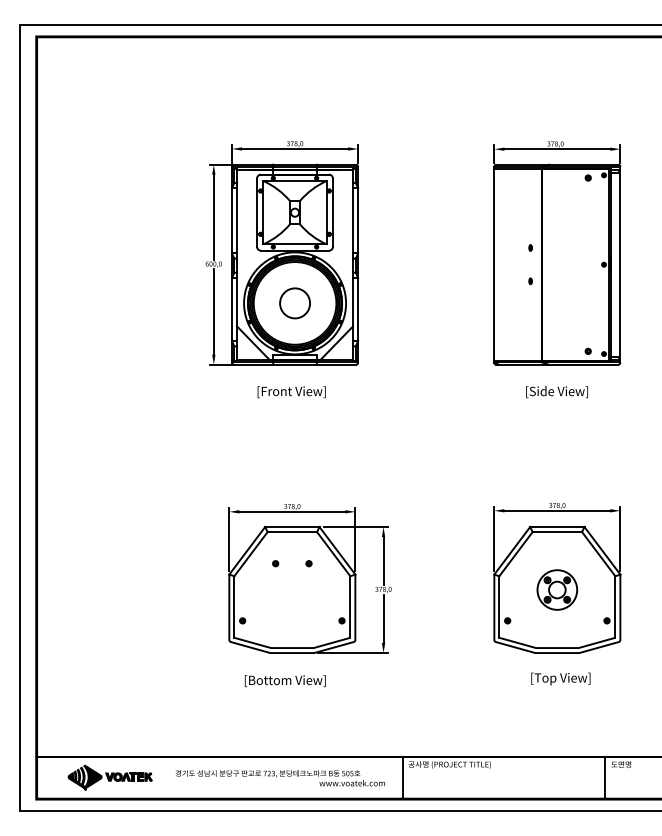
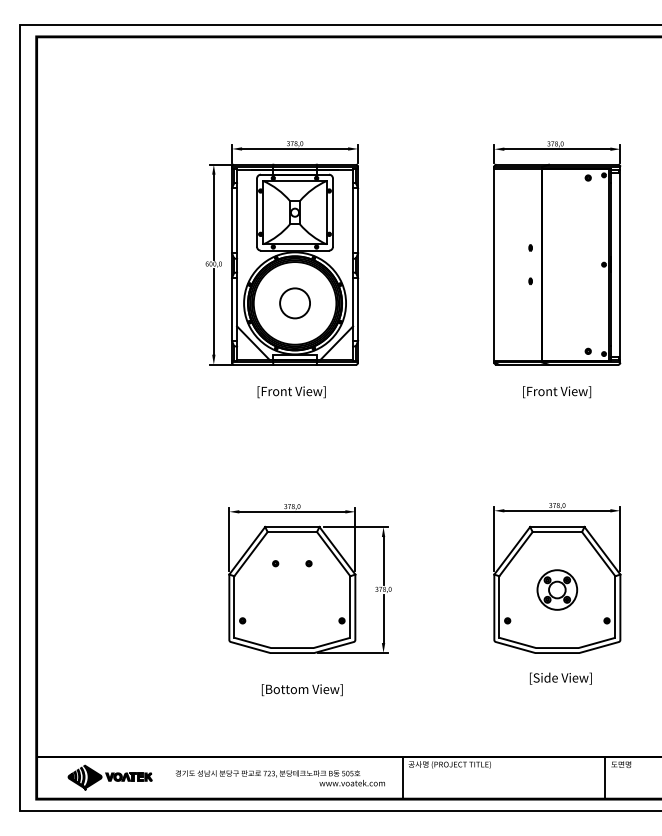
text at (557, 392): [Side View] -> [Front View]
text at (560, 678): [Top View] -> [Side View]
text at (284, 681) position: (284, 681) -> (301, 690)
